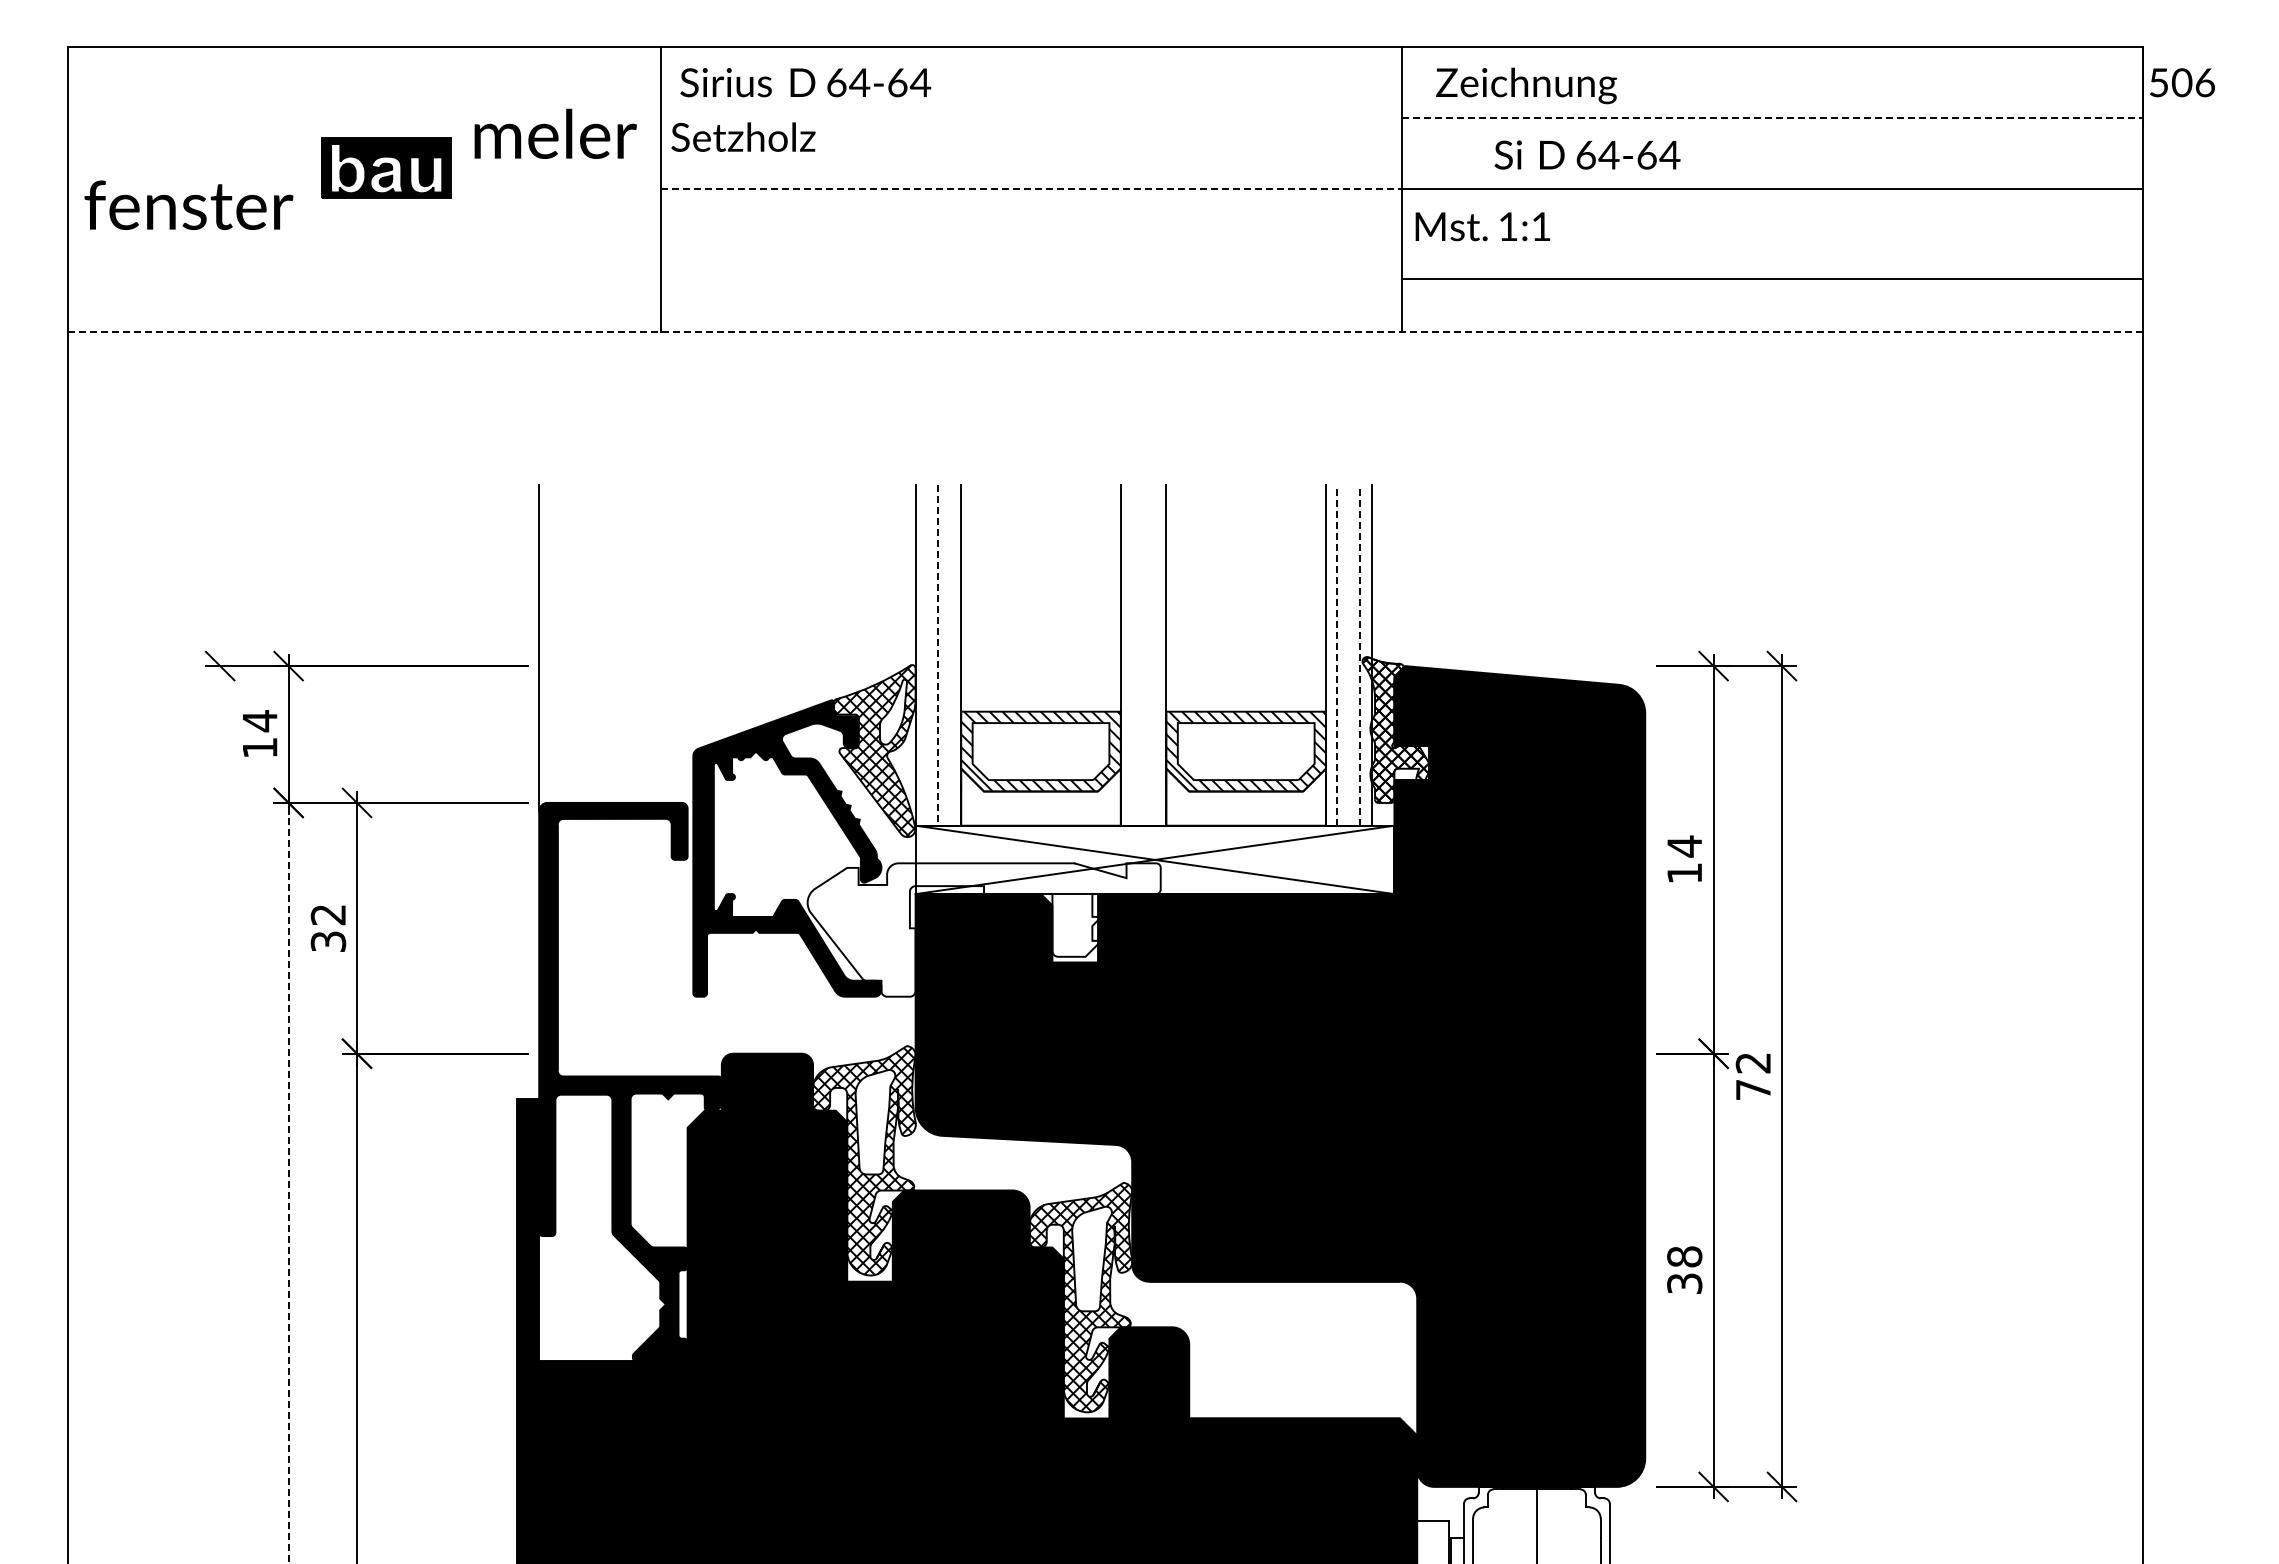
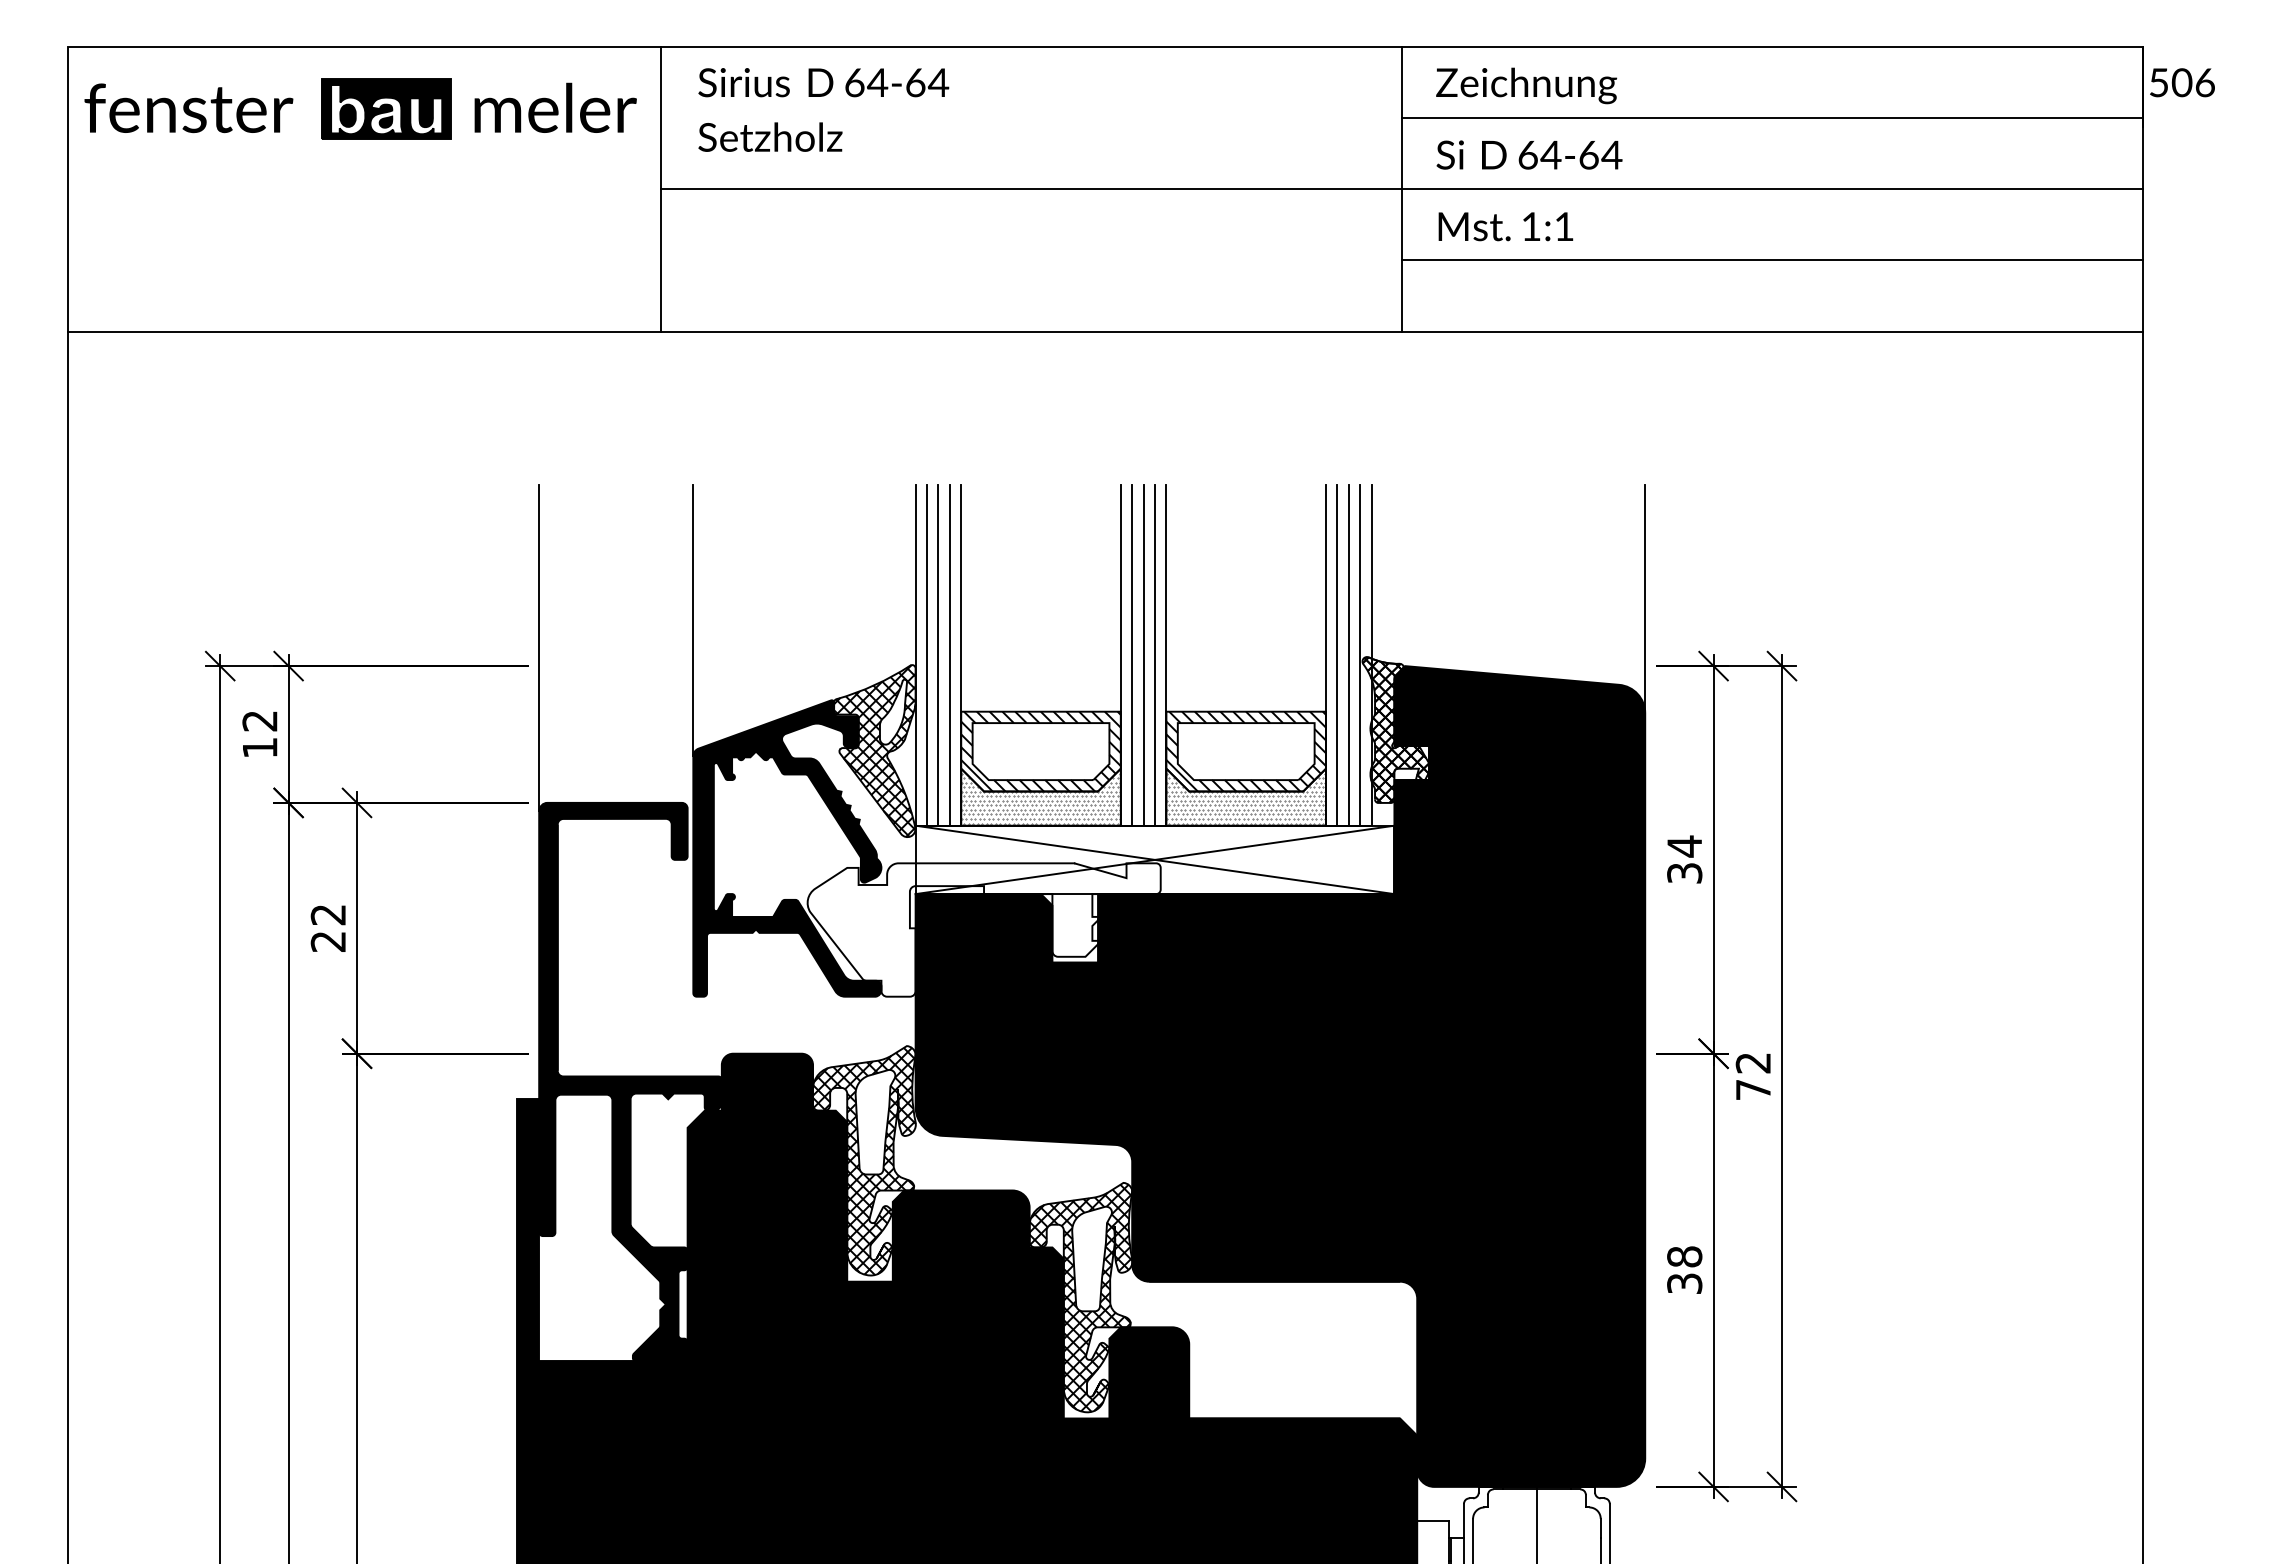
text at (805, 82) position: (805, 82) -> (823, 82)
line at (1773, 117): dashed -> solid
text at (555, 133) position: (555, 133) -> (555, 107)
text at (743, 136) position: (743, 136) -> (770, 136)
text at (1587, 154) position: (1587, 154) -> (1529, 154)
part at (386, 167) position: (386, 167) -> (386, 108)
line at (1031, 189): dashed -> solid
text at (188, 205) position: (188, 205) -> (188, 108)
text at (1482, 226) position: (1482, 226) -> (1505, 226)
line at (1772, 279) position: (1772, 279) -> (1772, 260)
line at (1106, 331): dashed -> solid
line at (1645, 604): none -> present
line at (693, 620): none -> present
line at (927, 654): none -> present
line at (949, 654): none -> present
line at (1132, 654): none -> present
line at (1143, 654): none -> present
line at (1155, 654): none -> present
line at (1337, 654): dashed -> solid
line at (1348, 654): none -> present
line at (1360, 654): dashed -> solid
line at (938, 655): dashed -> solid
text at (259, 721): 14 -> 12
hatch at (1040, 798): none -> present
hatch at (1246, 798): none -> present
text at (1684, 873): 14 -> 34
text at (328, 941): 32 -> 22
line at (220, 1107): none -> present
line at (288, 1177): dashed -> solid
